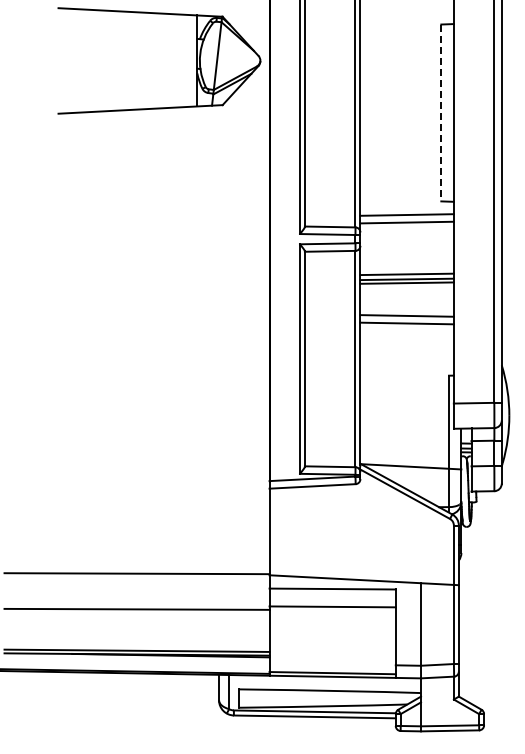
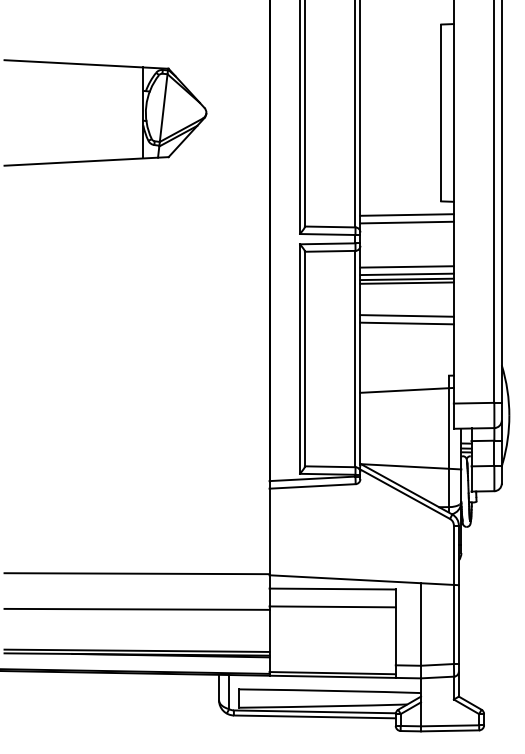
part at (196, 60) position: (196, 60) -> (142, 112)
line at (441, 113): dashed -> solid
line at (406, 266): none -> present
line at (406, 389): none -> present
